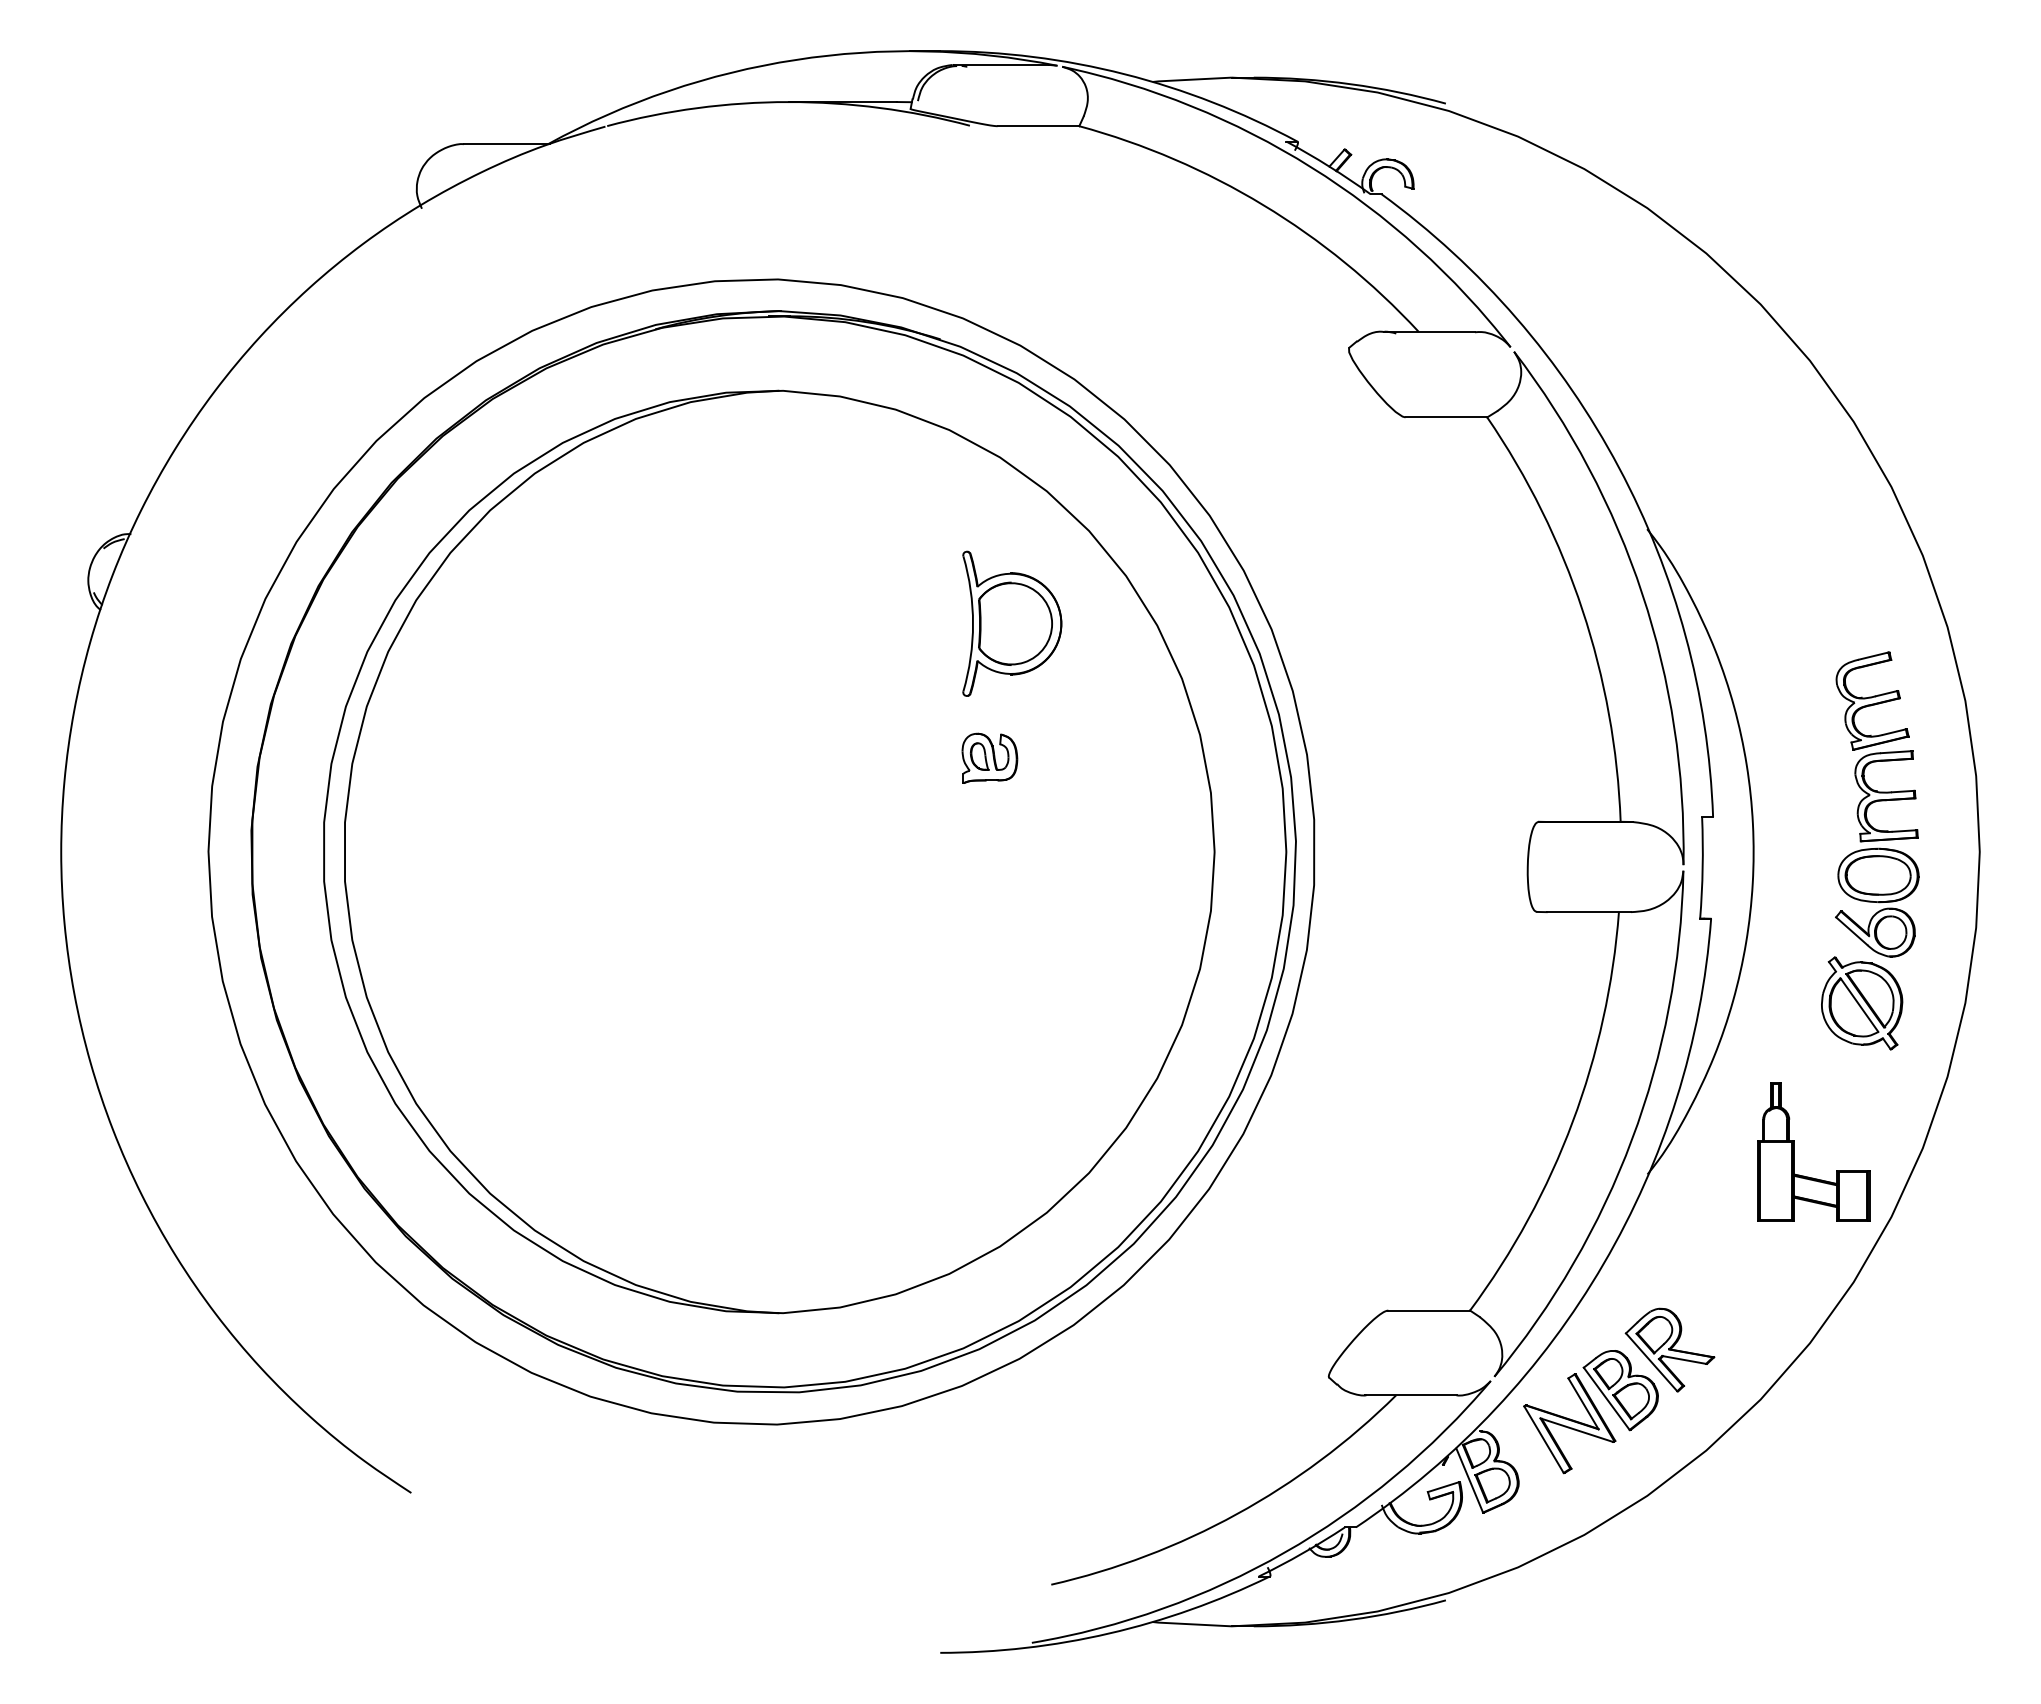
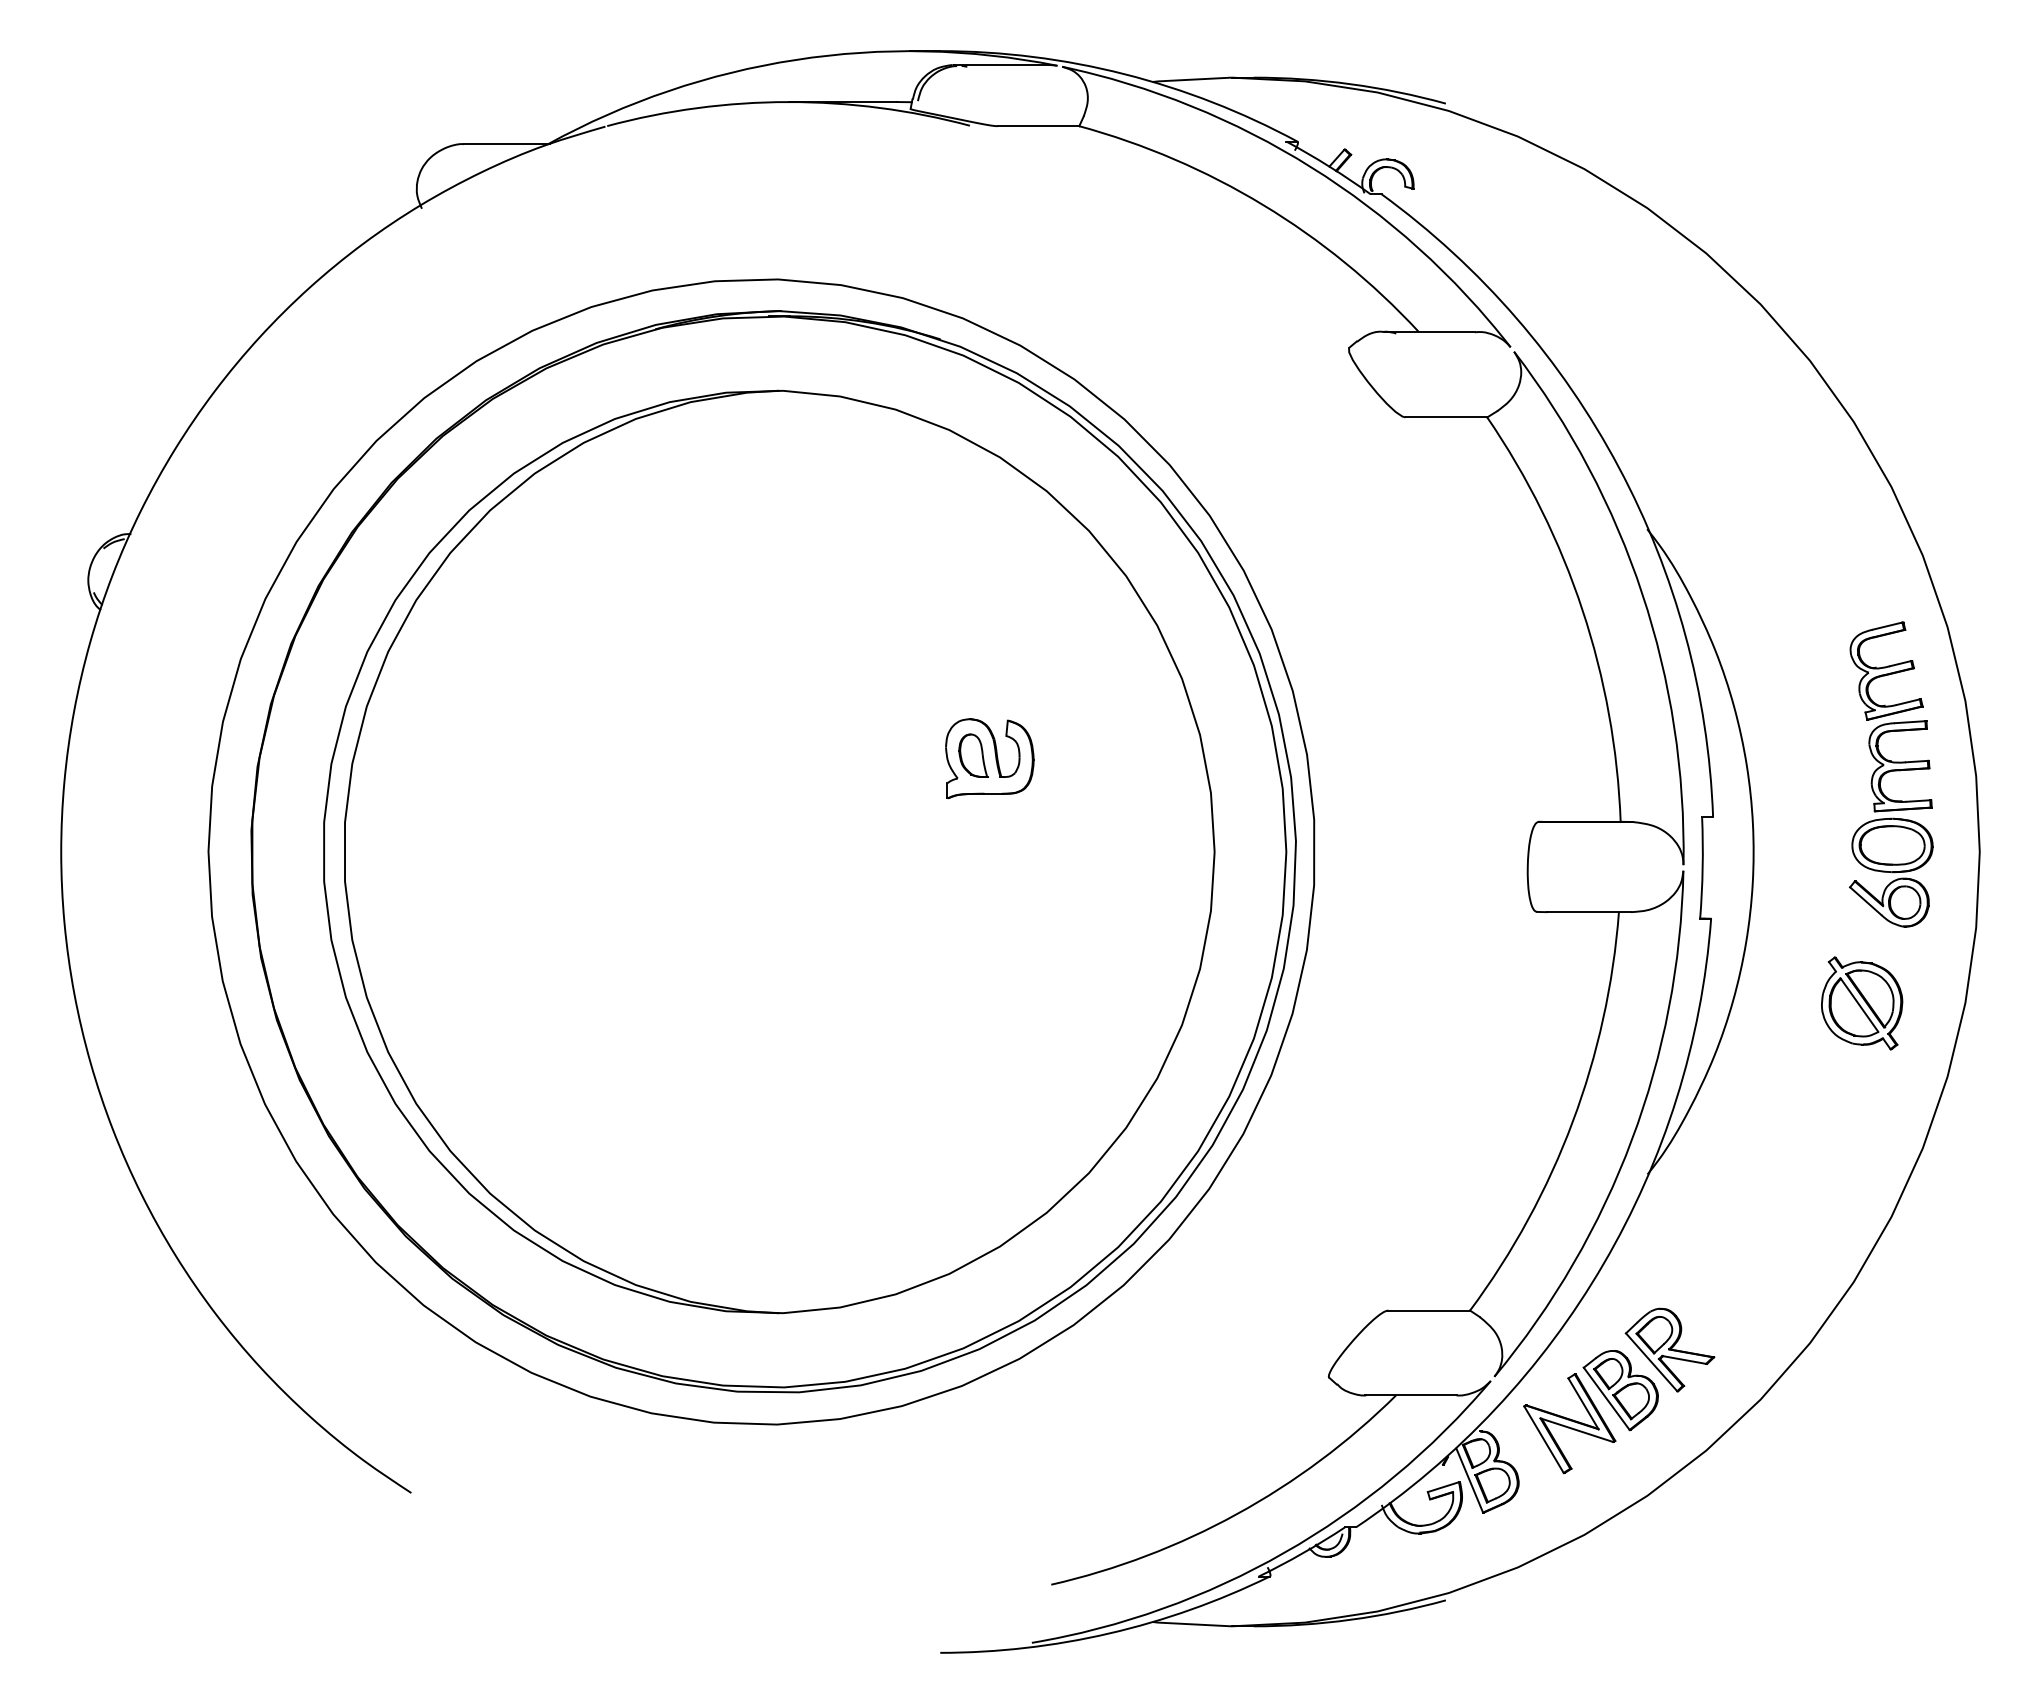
part at (1012, 623): present -> none
part at (989, 757) size: 58x52 px -> 90x82 px
part at (1877, 804) position: (1877, 804) -> (1891, 774)
part at (1794, 1151): present -> none
